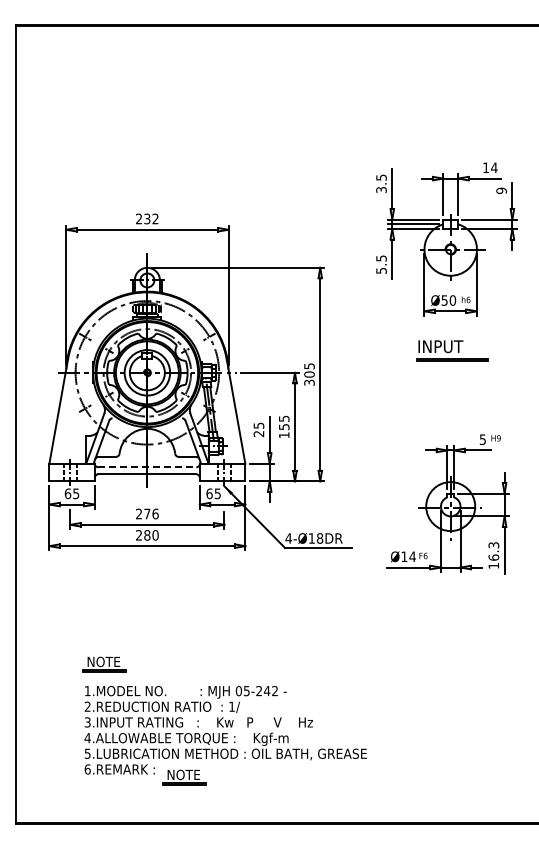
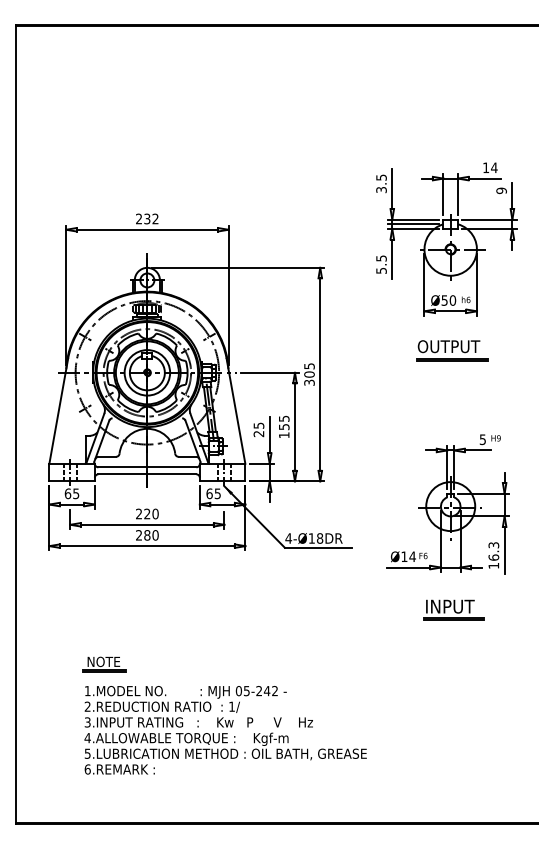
text at (448, 346): INPUT -> OUTPUT
line at (147, 467): dashed -> solid
text at (151, 513): 276 -> 220
part at (453, 609): none -> present
part at (184, 777): present -> none
